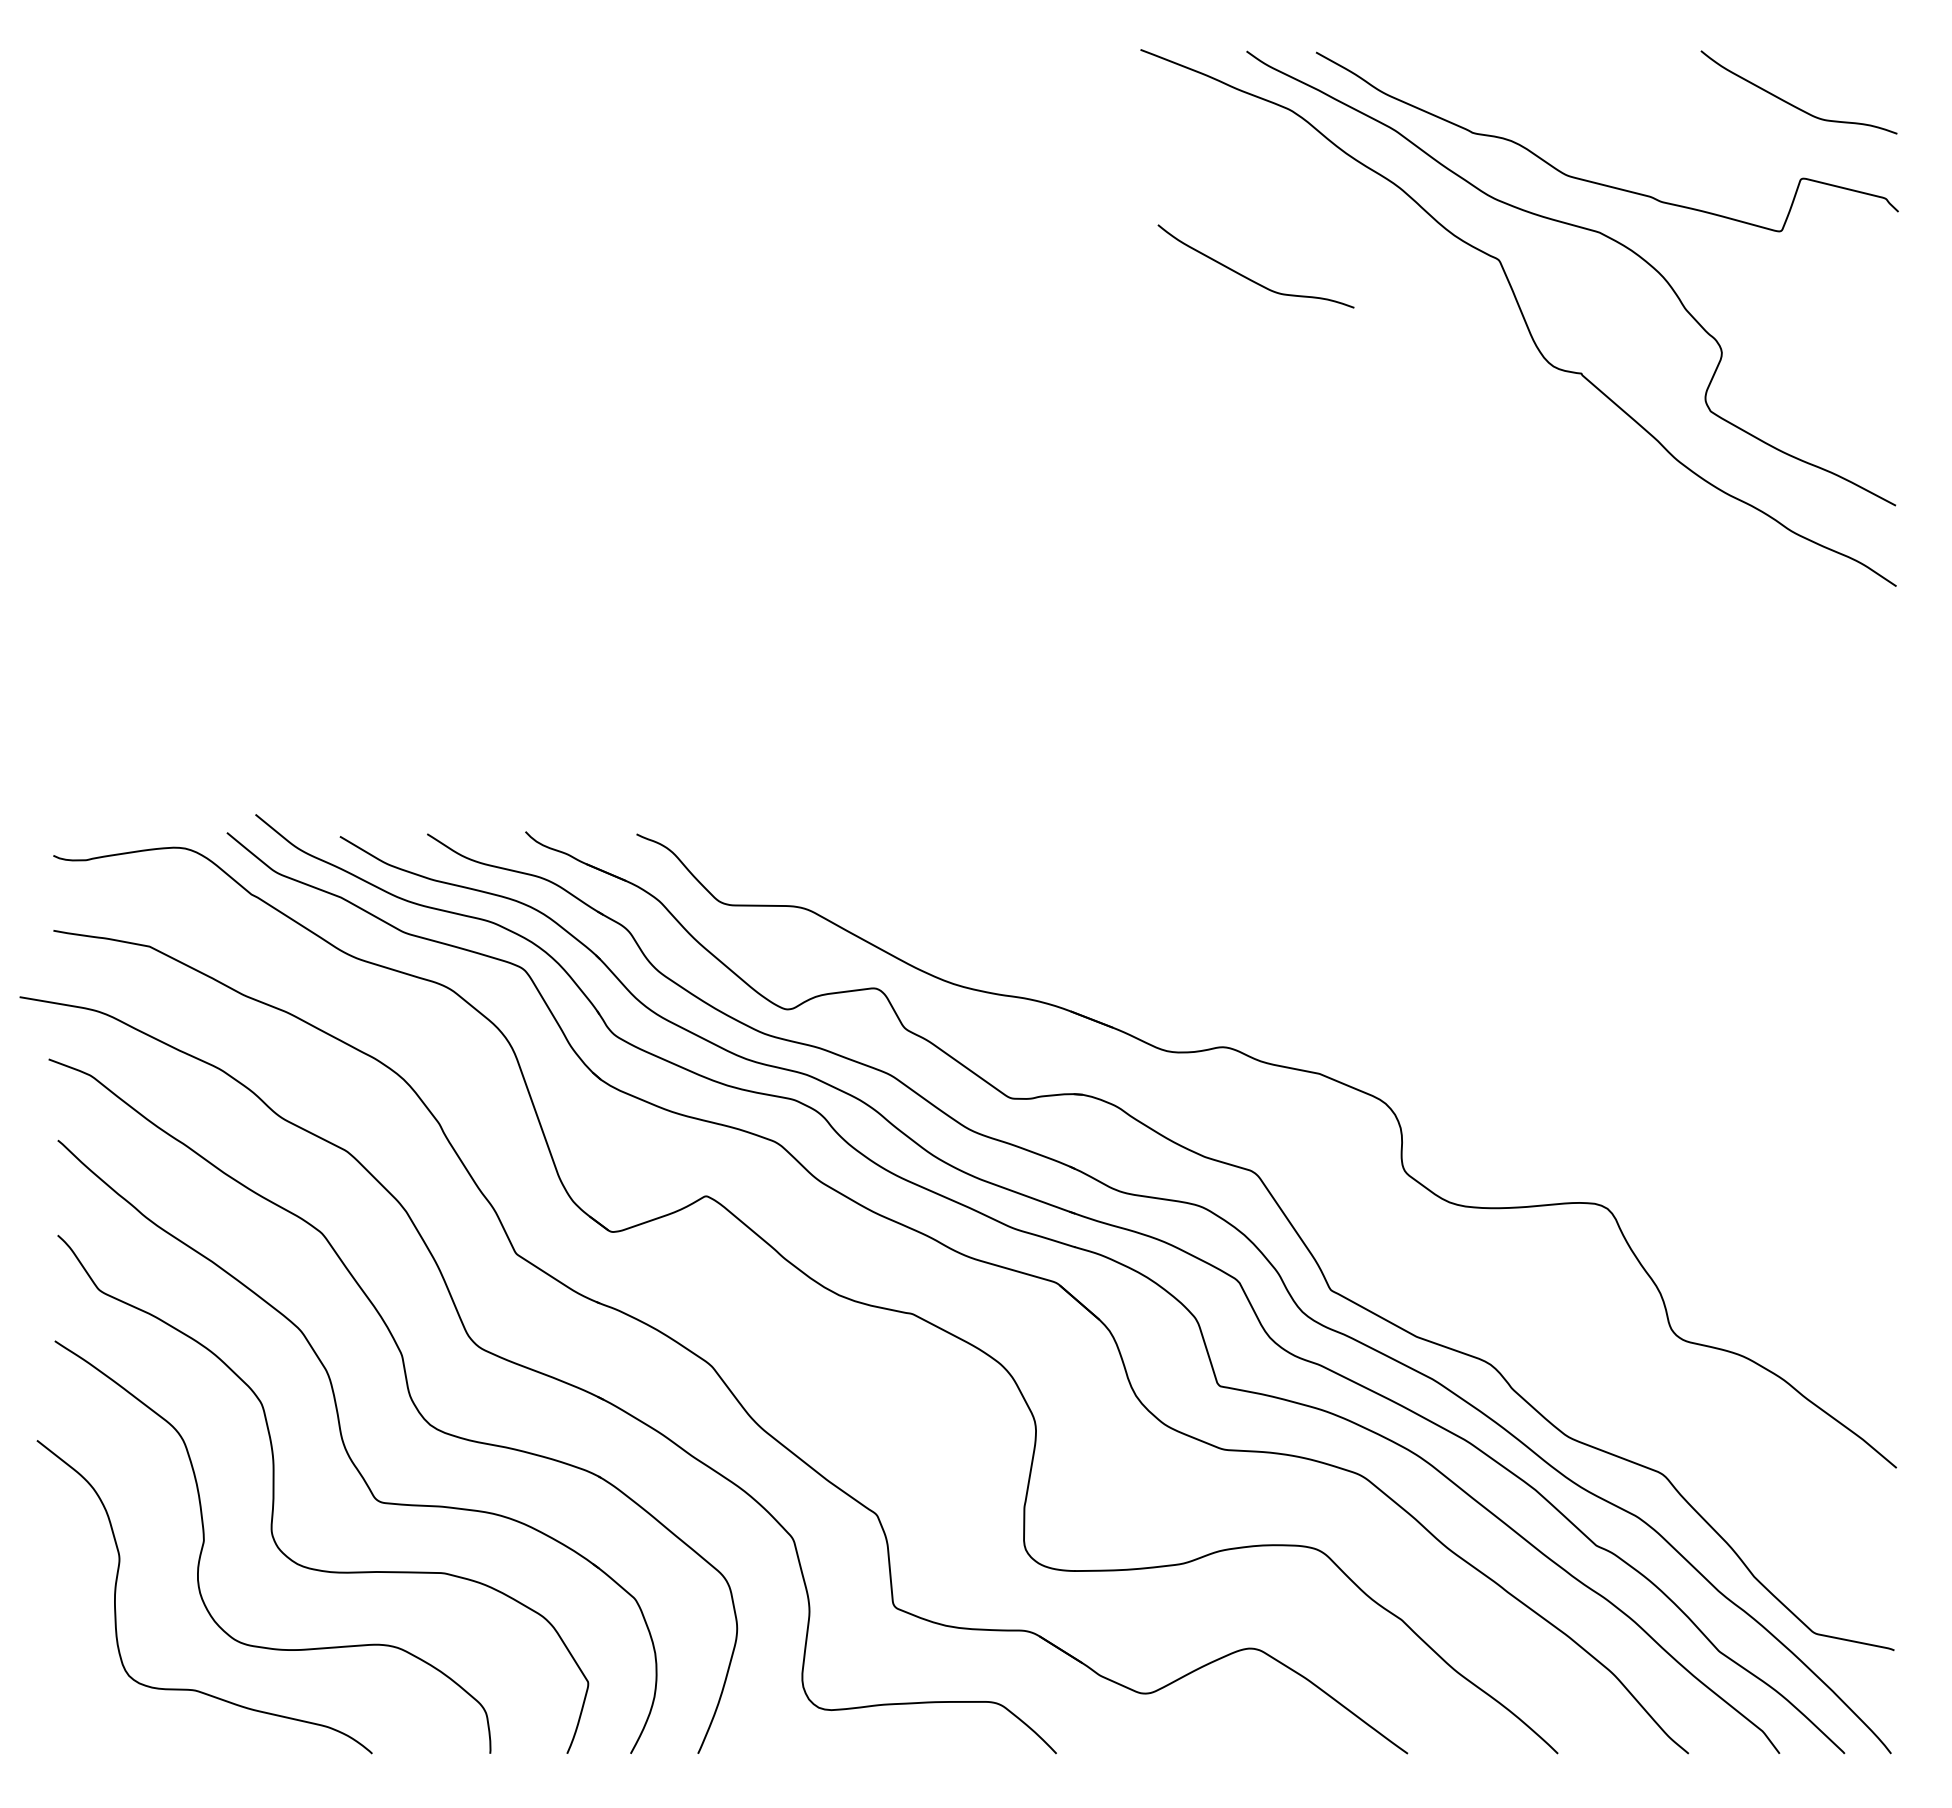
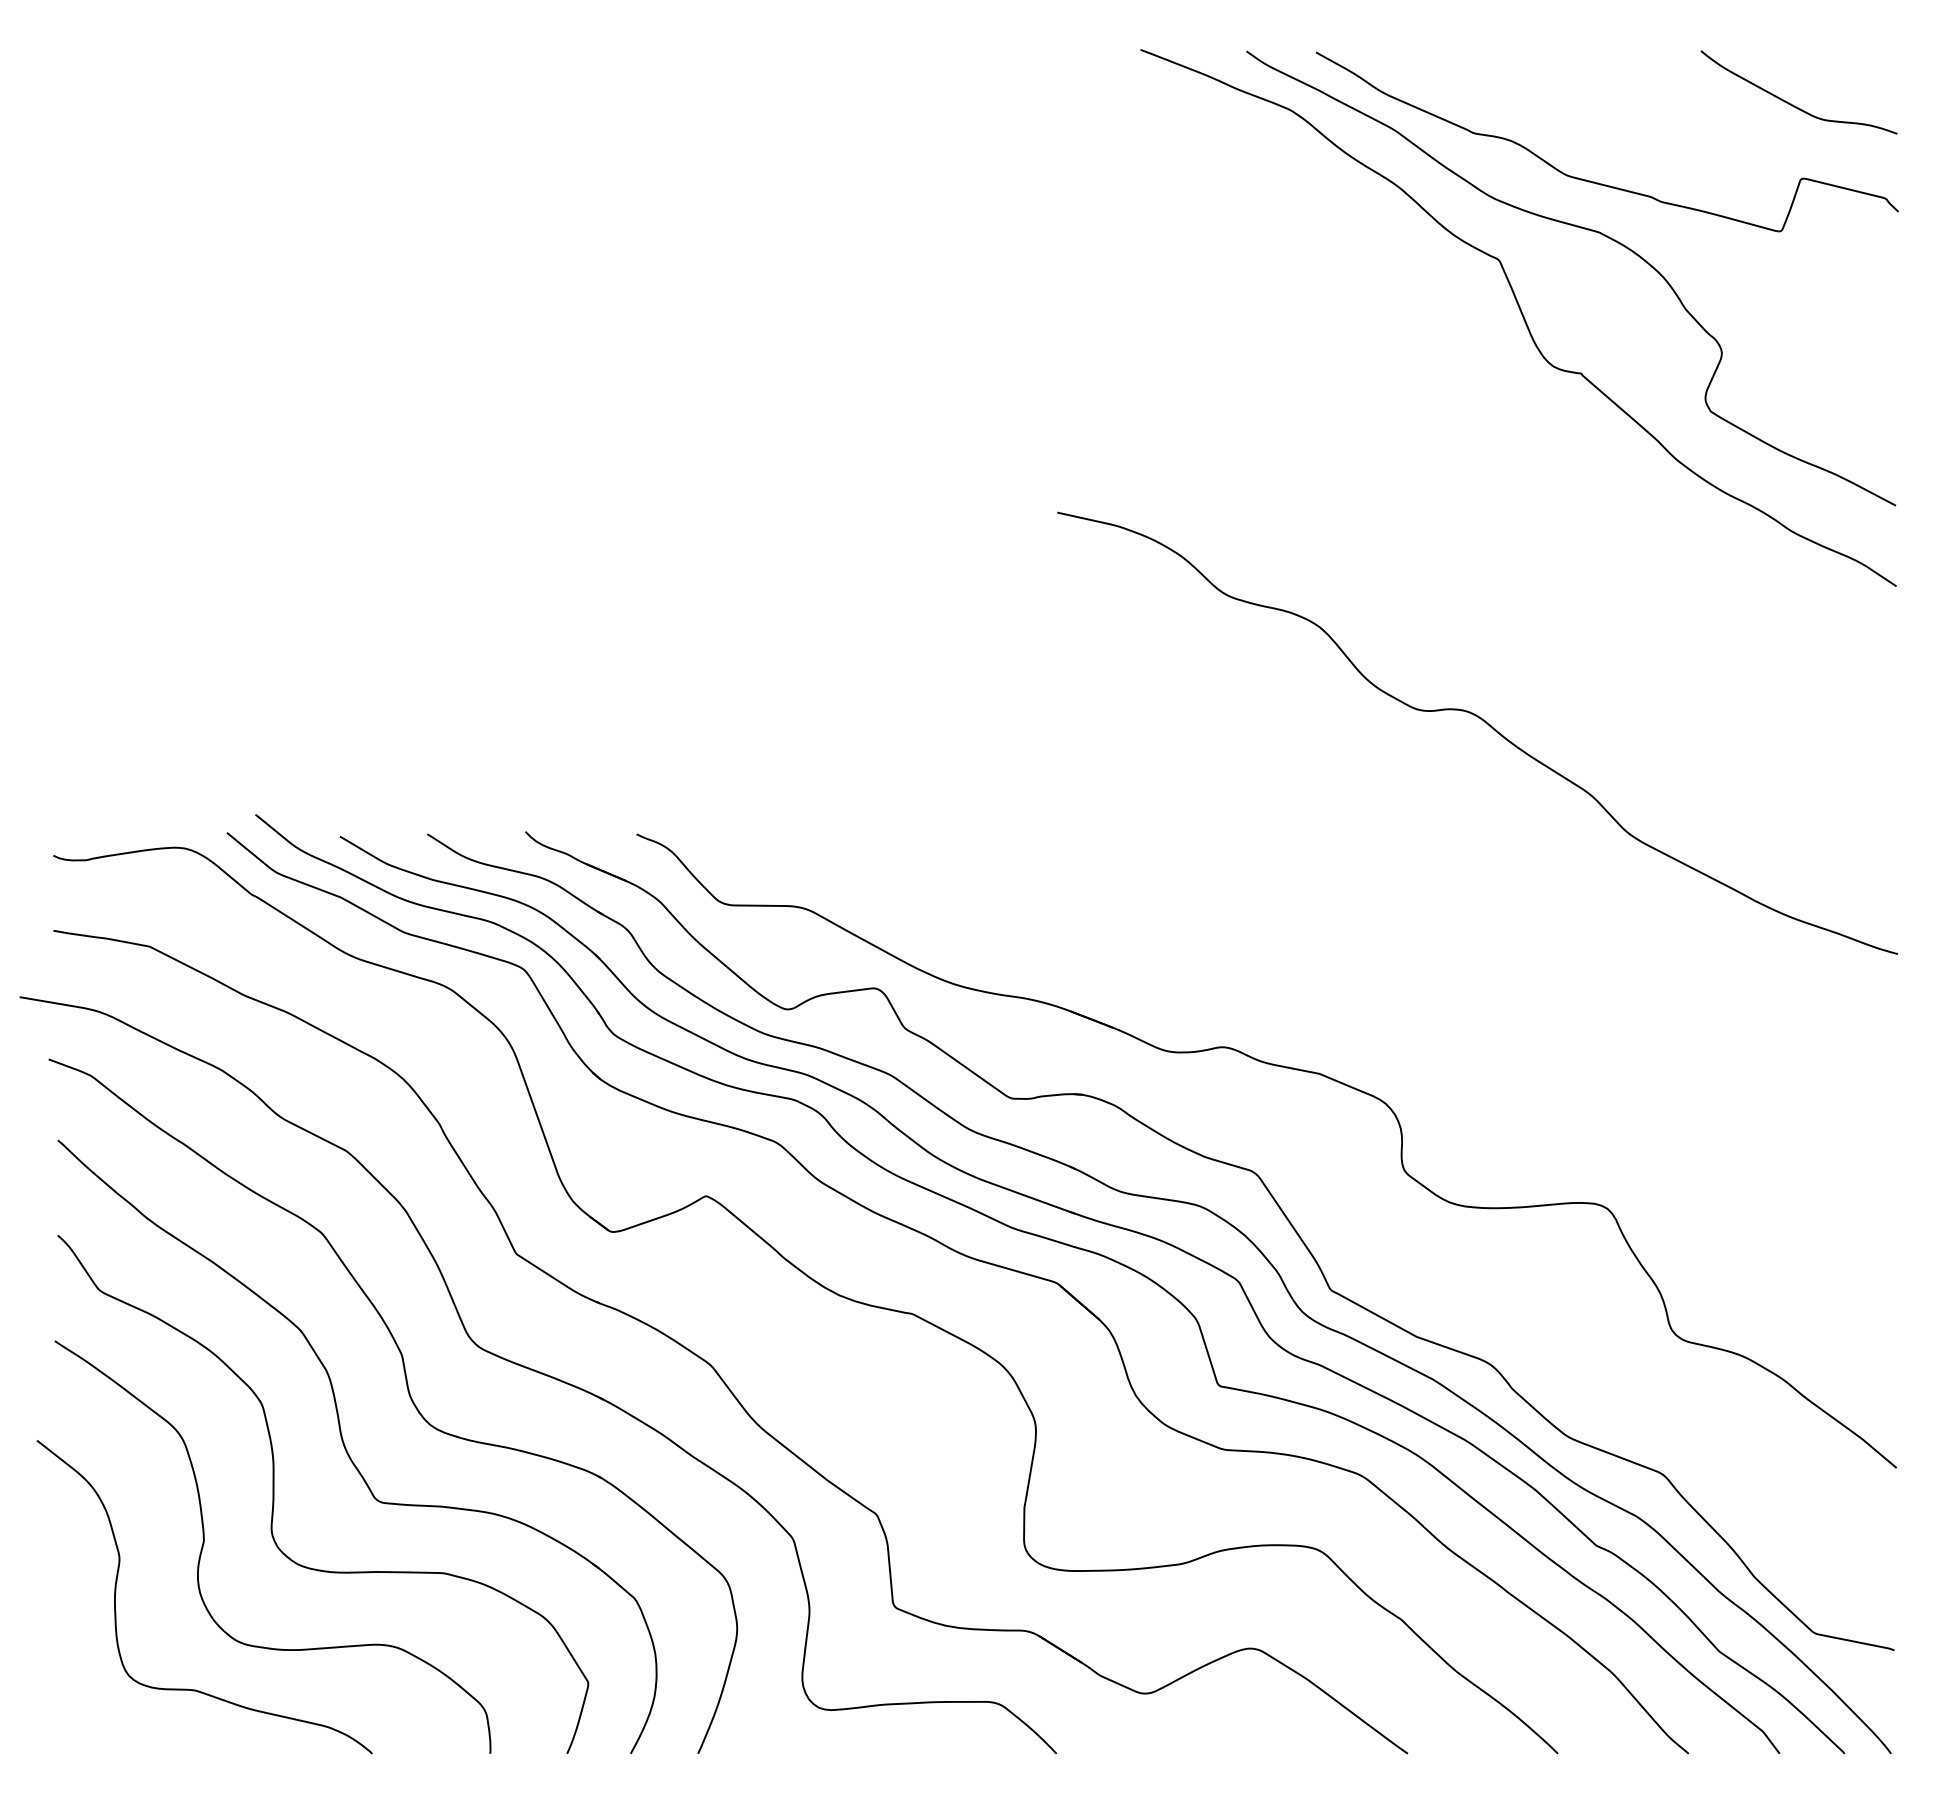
curve at (1248, 277): present -> none
curve at (1485, 723): none -> present
